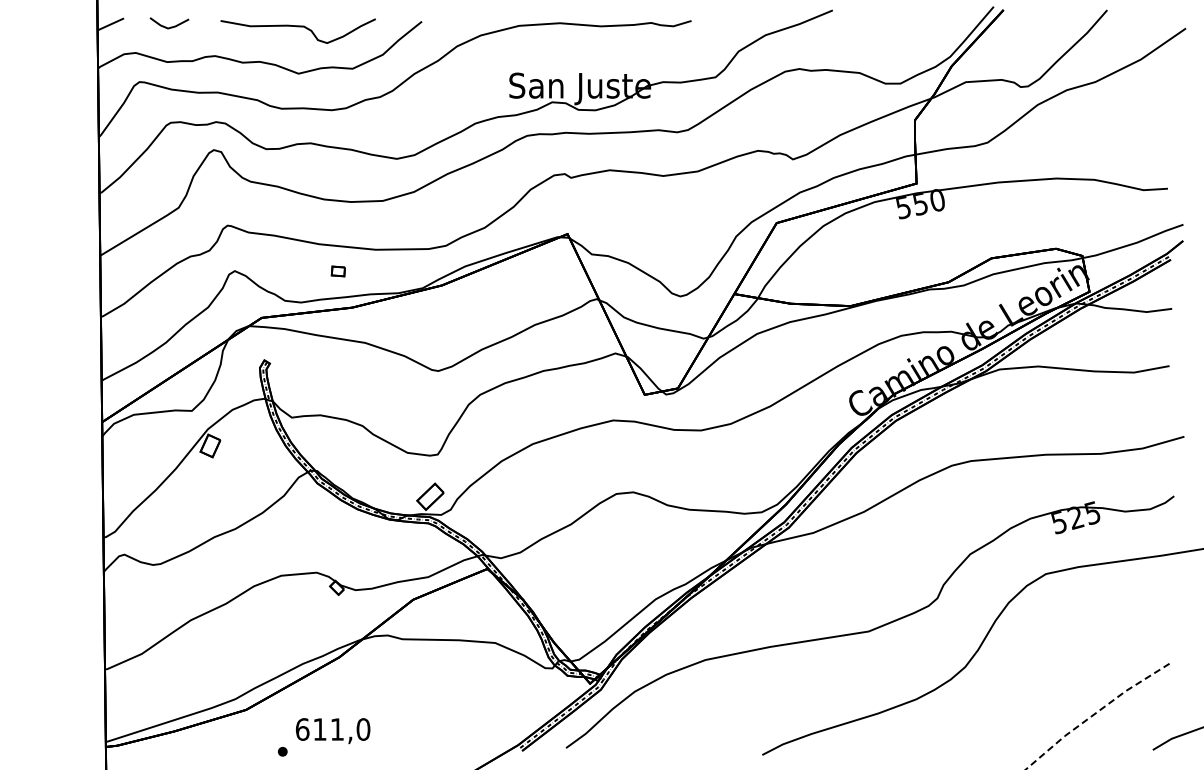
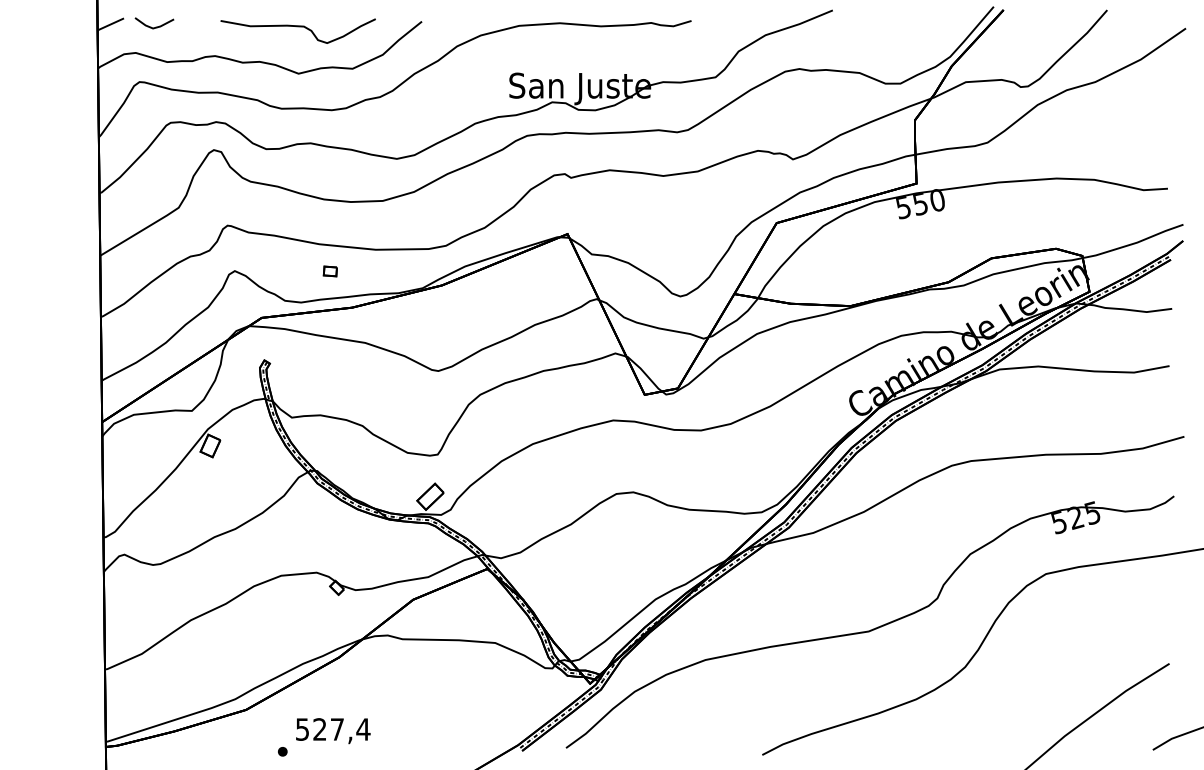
line at (170, 26) position: (170, 26) -> (155, 26)
part at (337, 271) position: (337, 271) -> (329, 271)
line at (1095, 713): dashed -> solid
text at (332, 729): 611,0 -> 527,4
